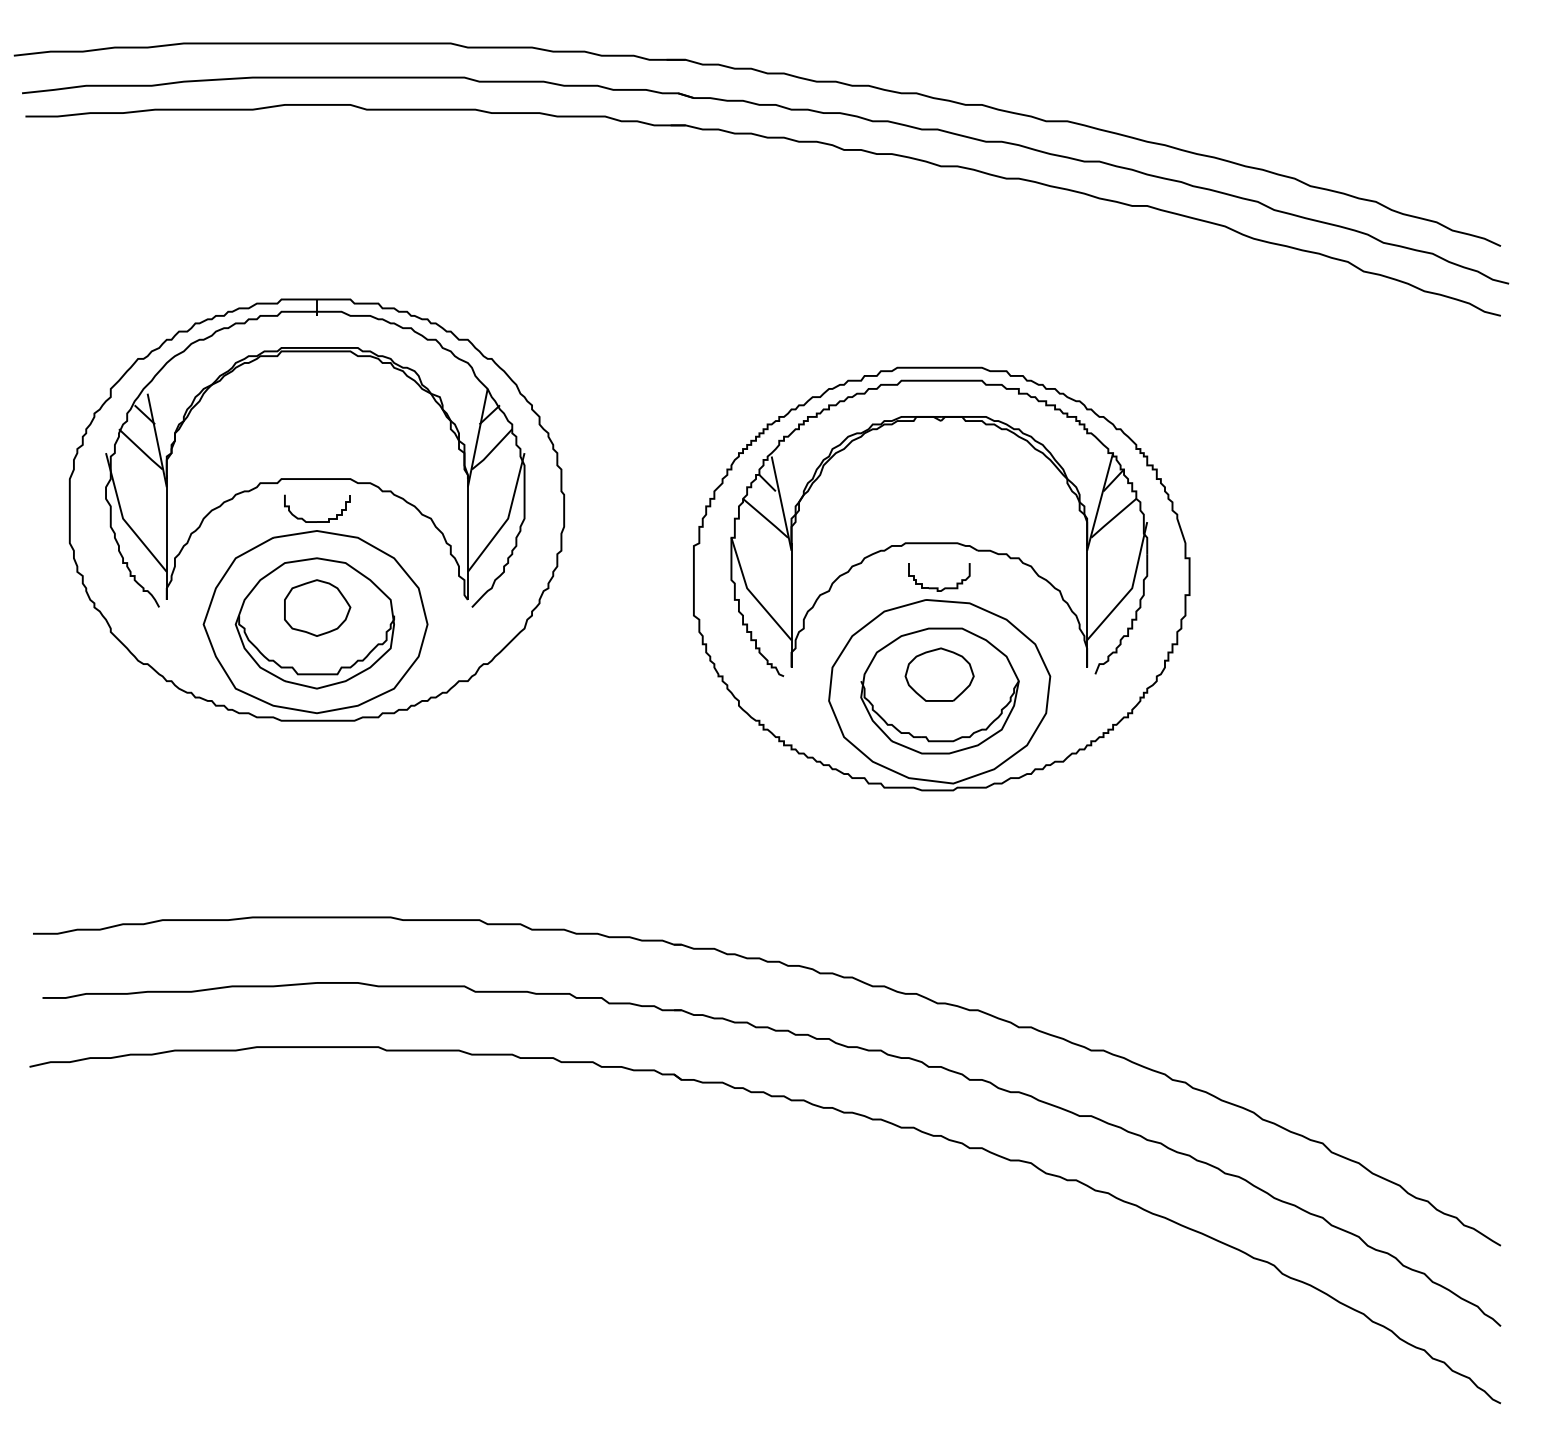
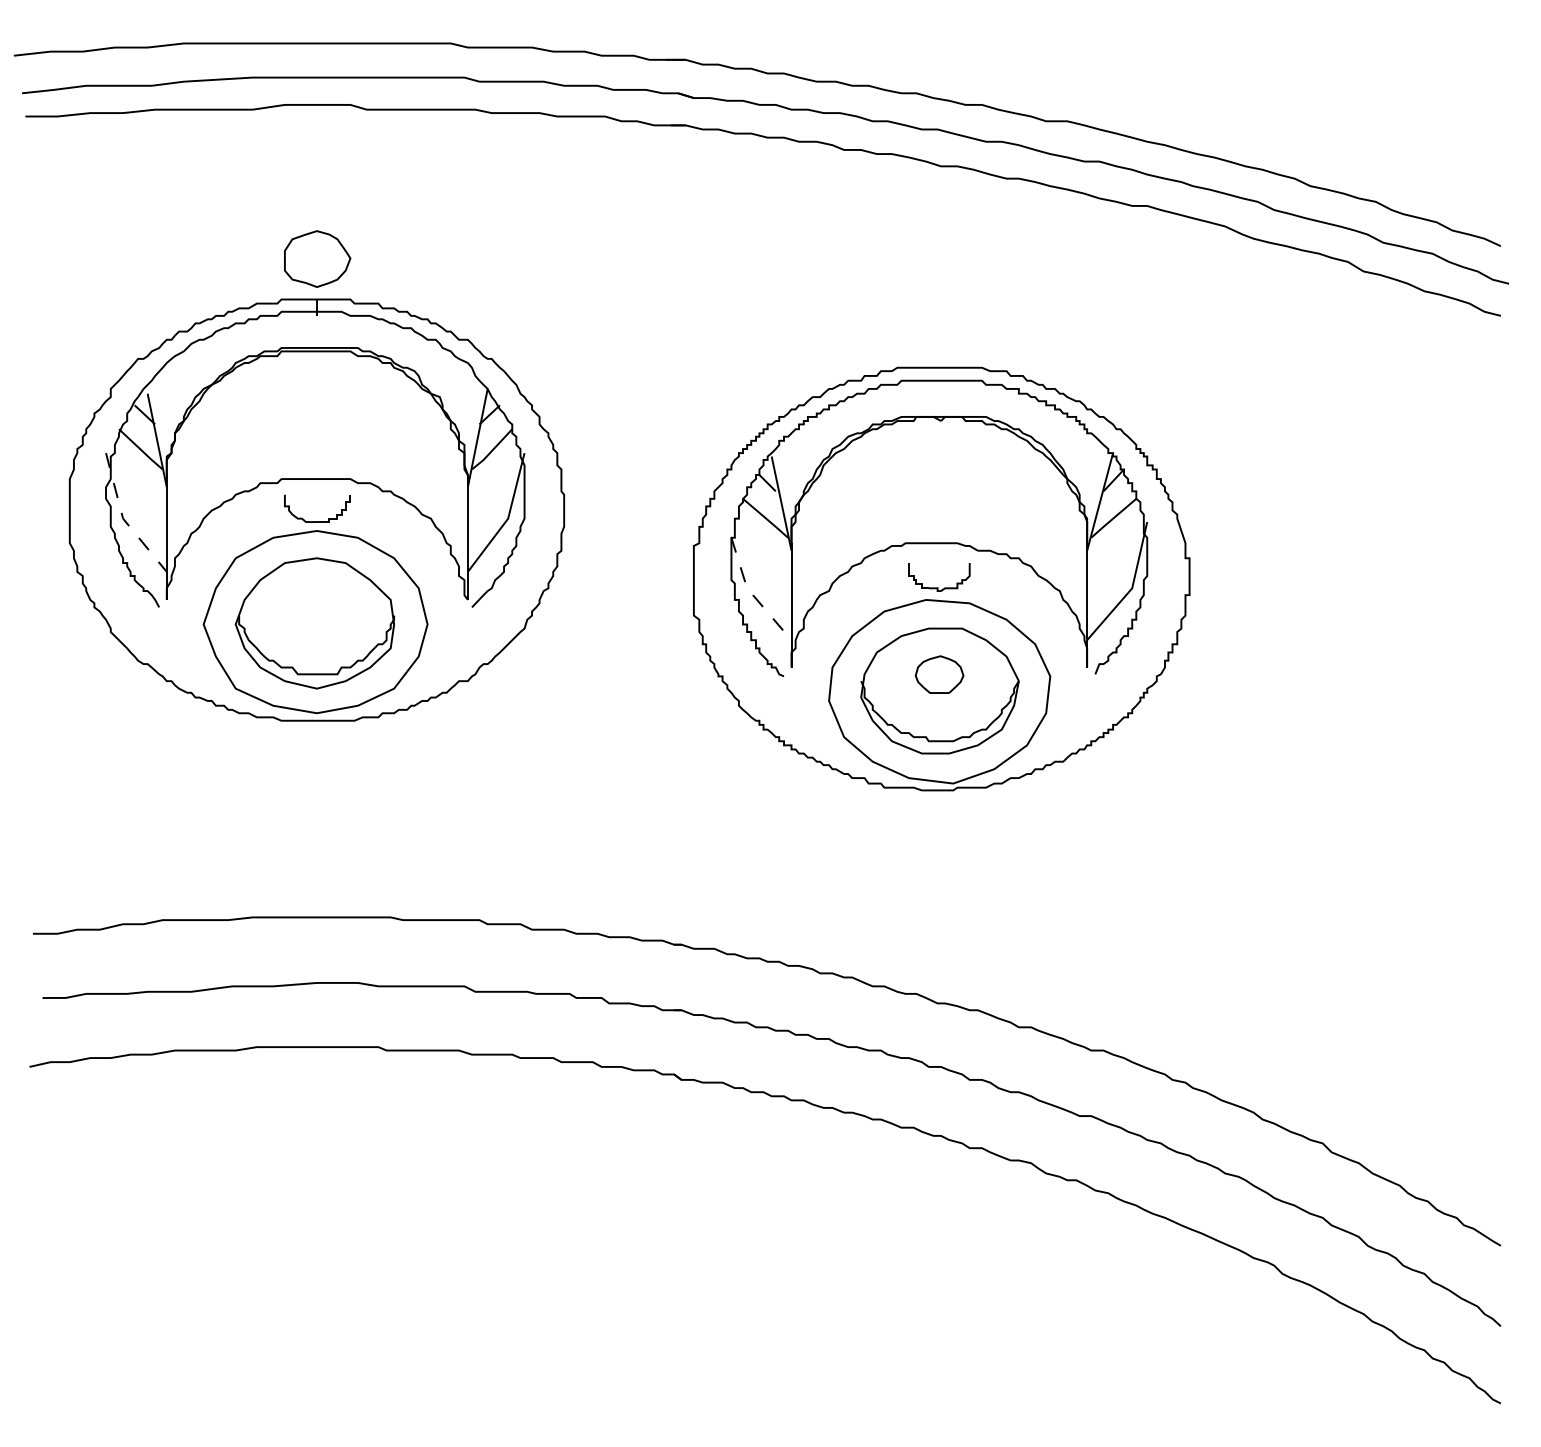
line at (123, 518): solid -> dashed
line at (752, 594): solid -> dashed
part at (317, 607) position: (317, 607) -> (317, 258)
part at (939, 674) size: 71x55 px -> 51x39 px
